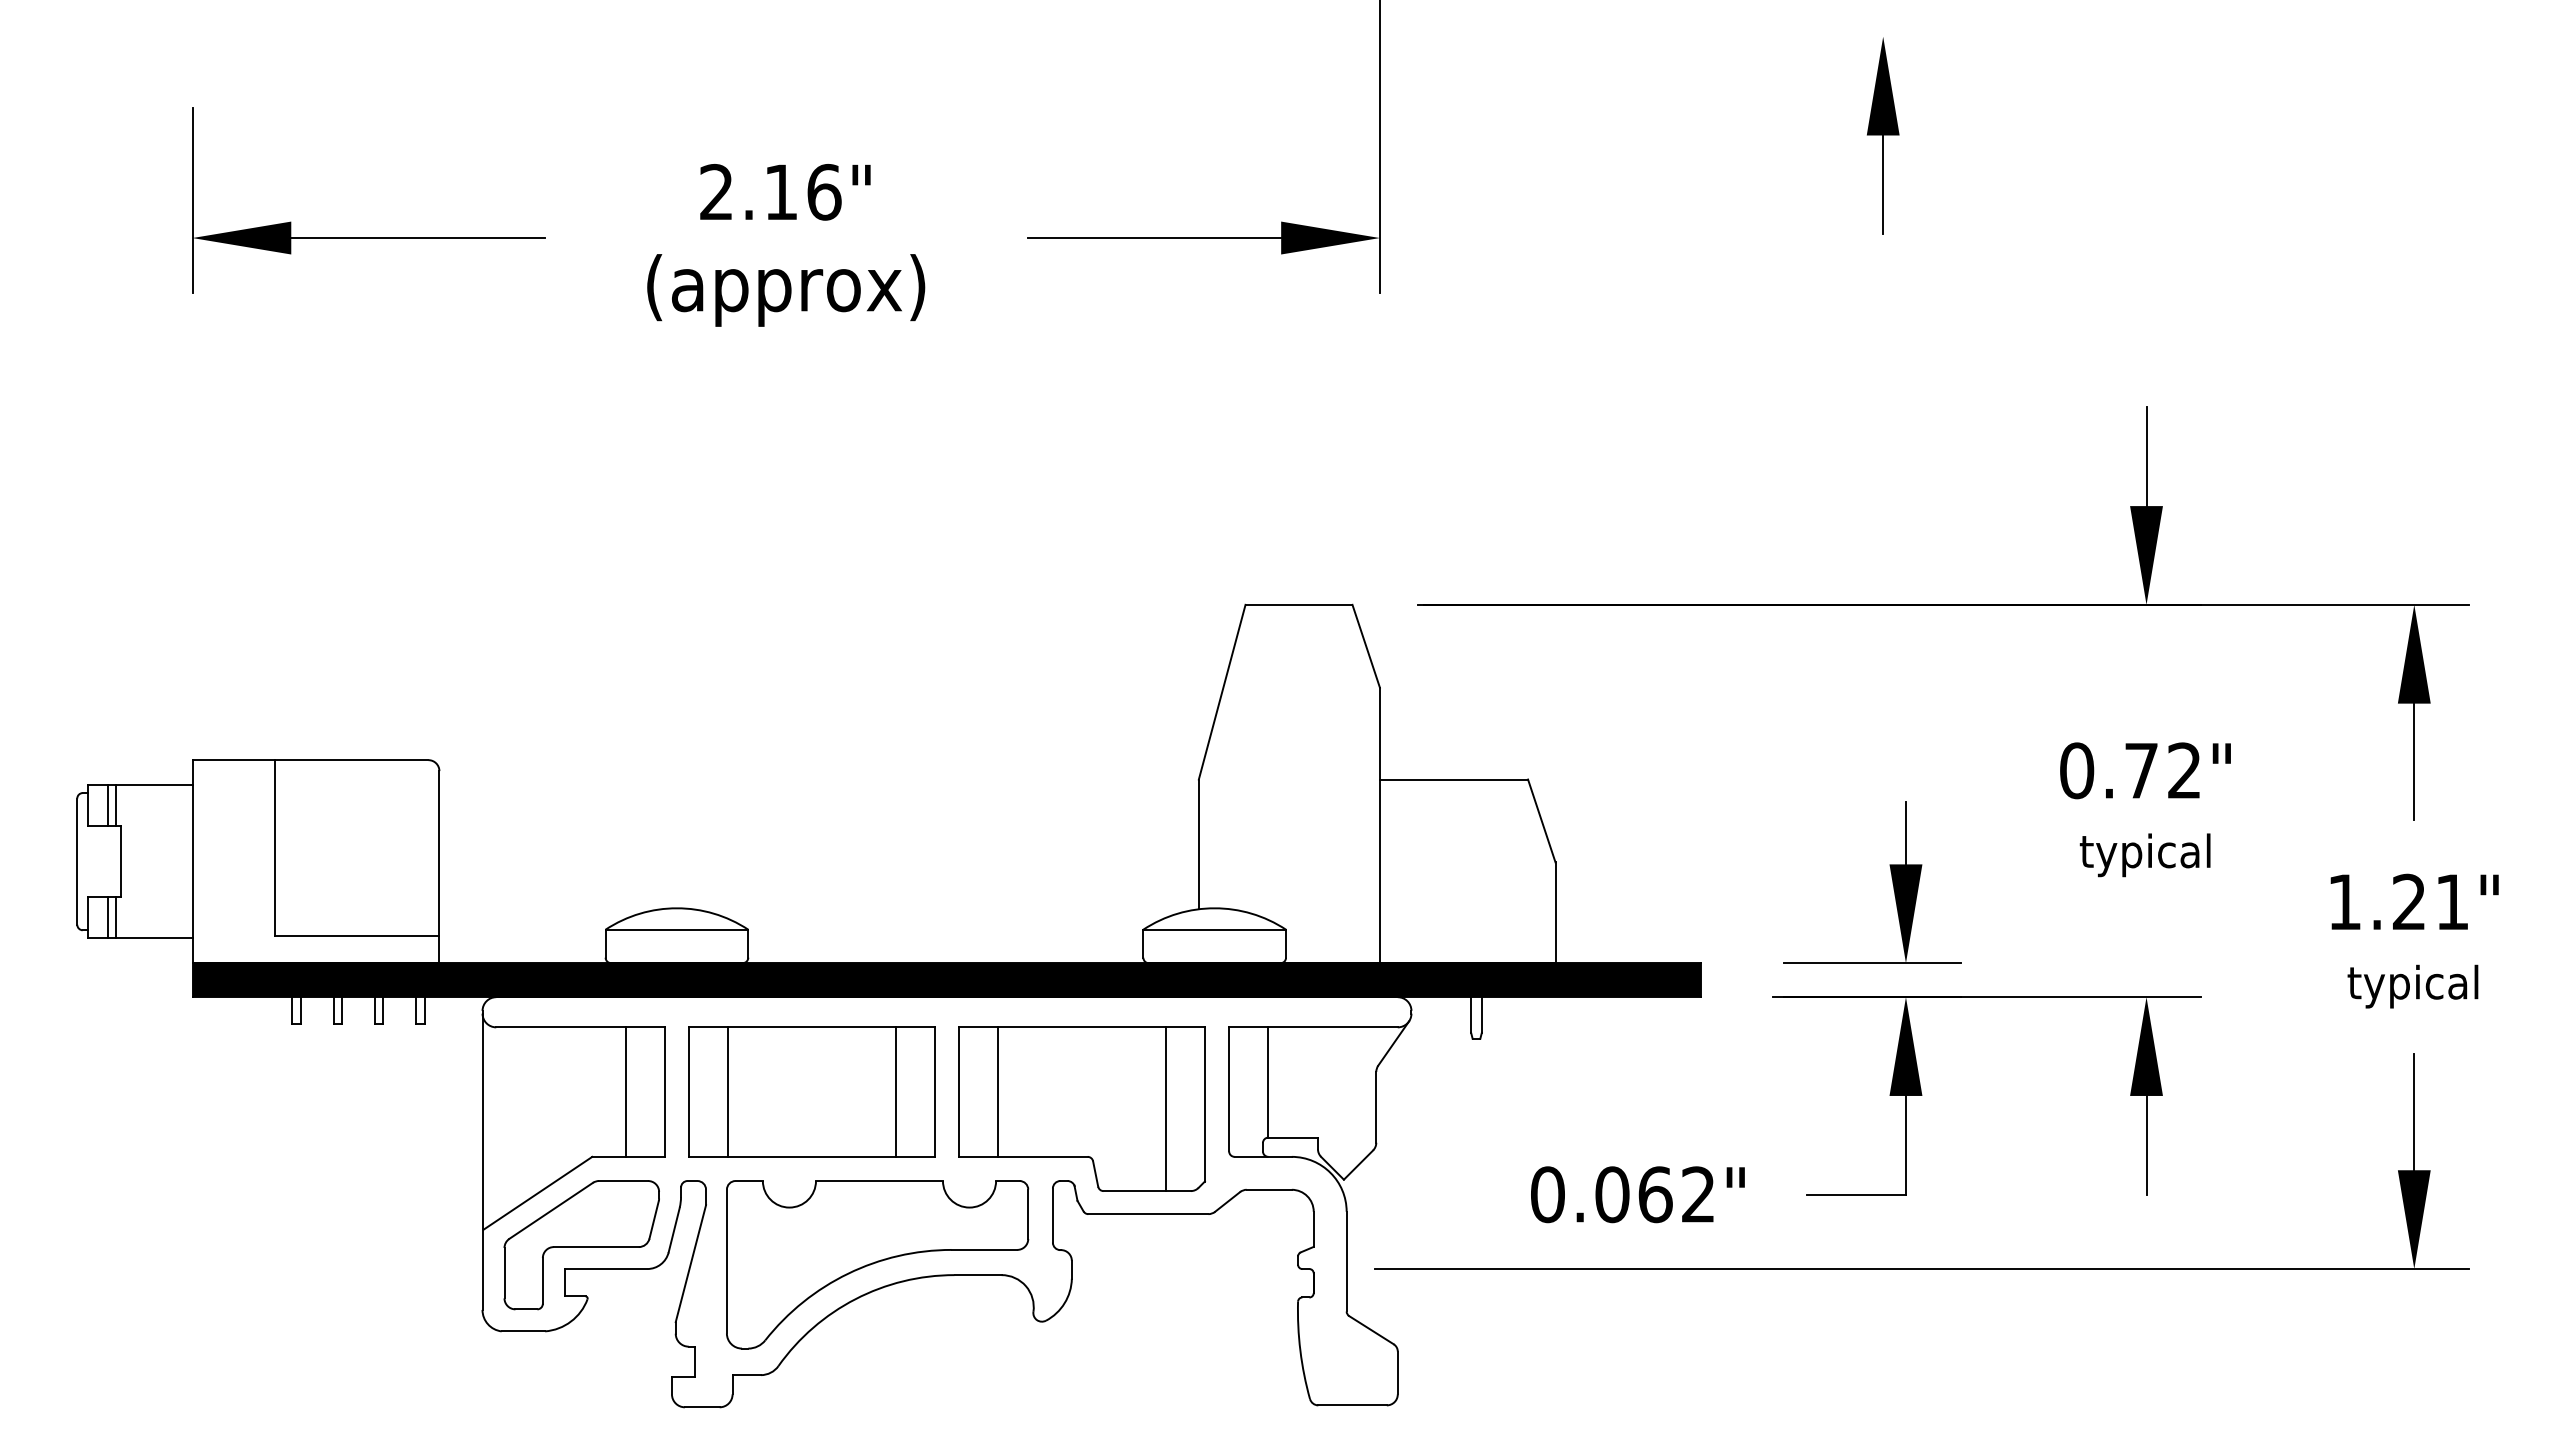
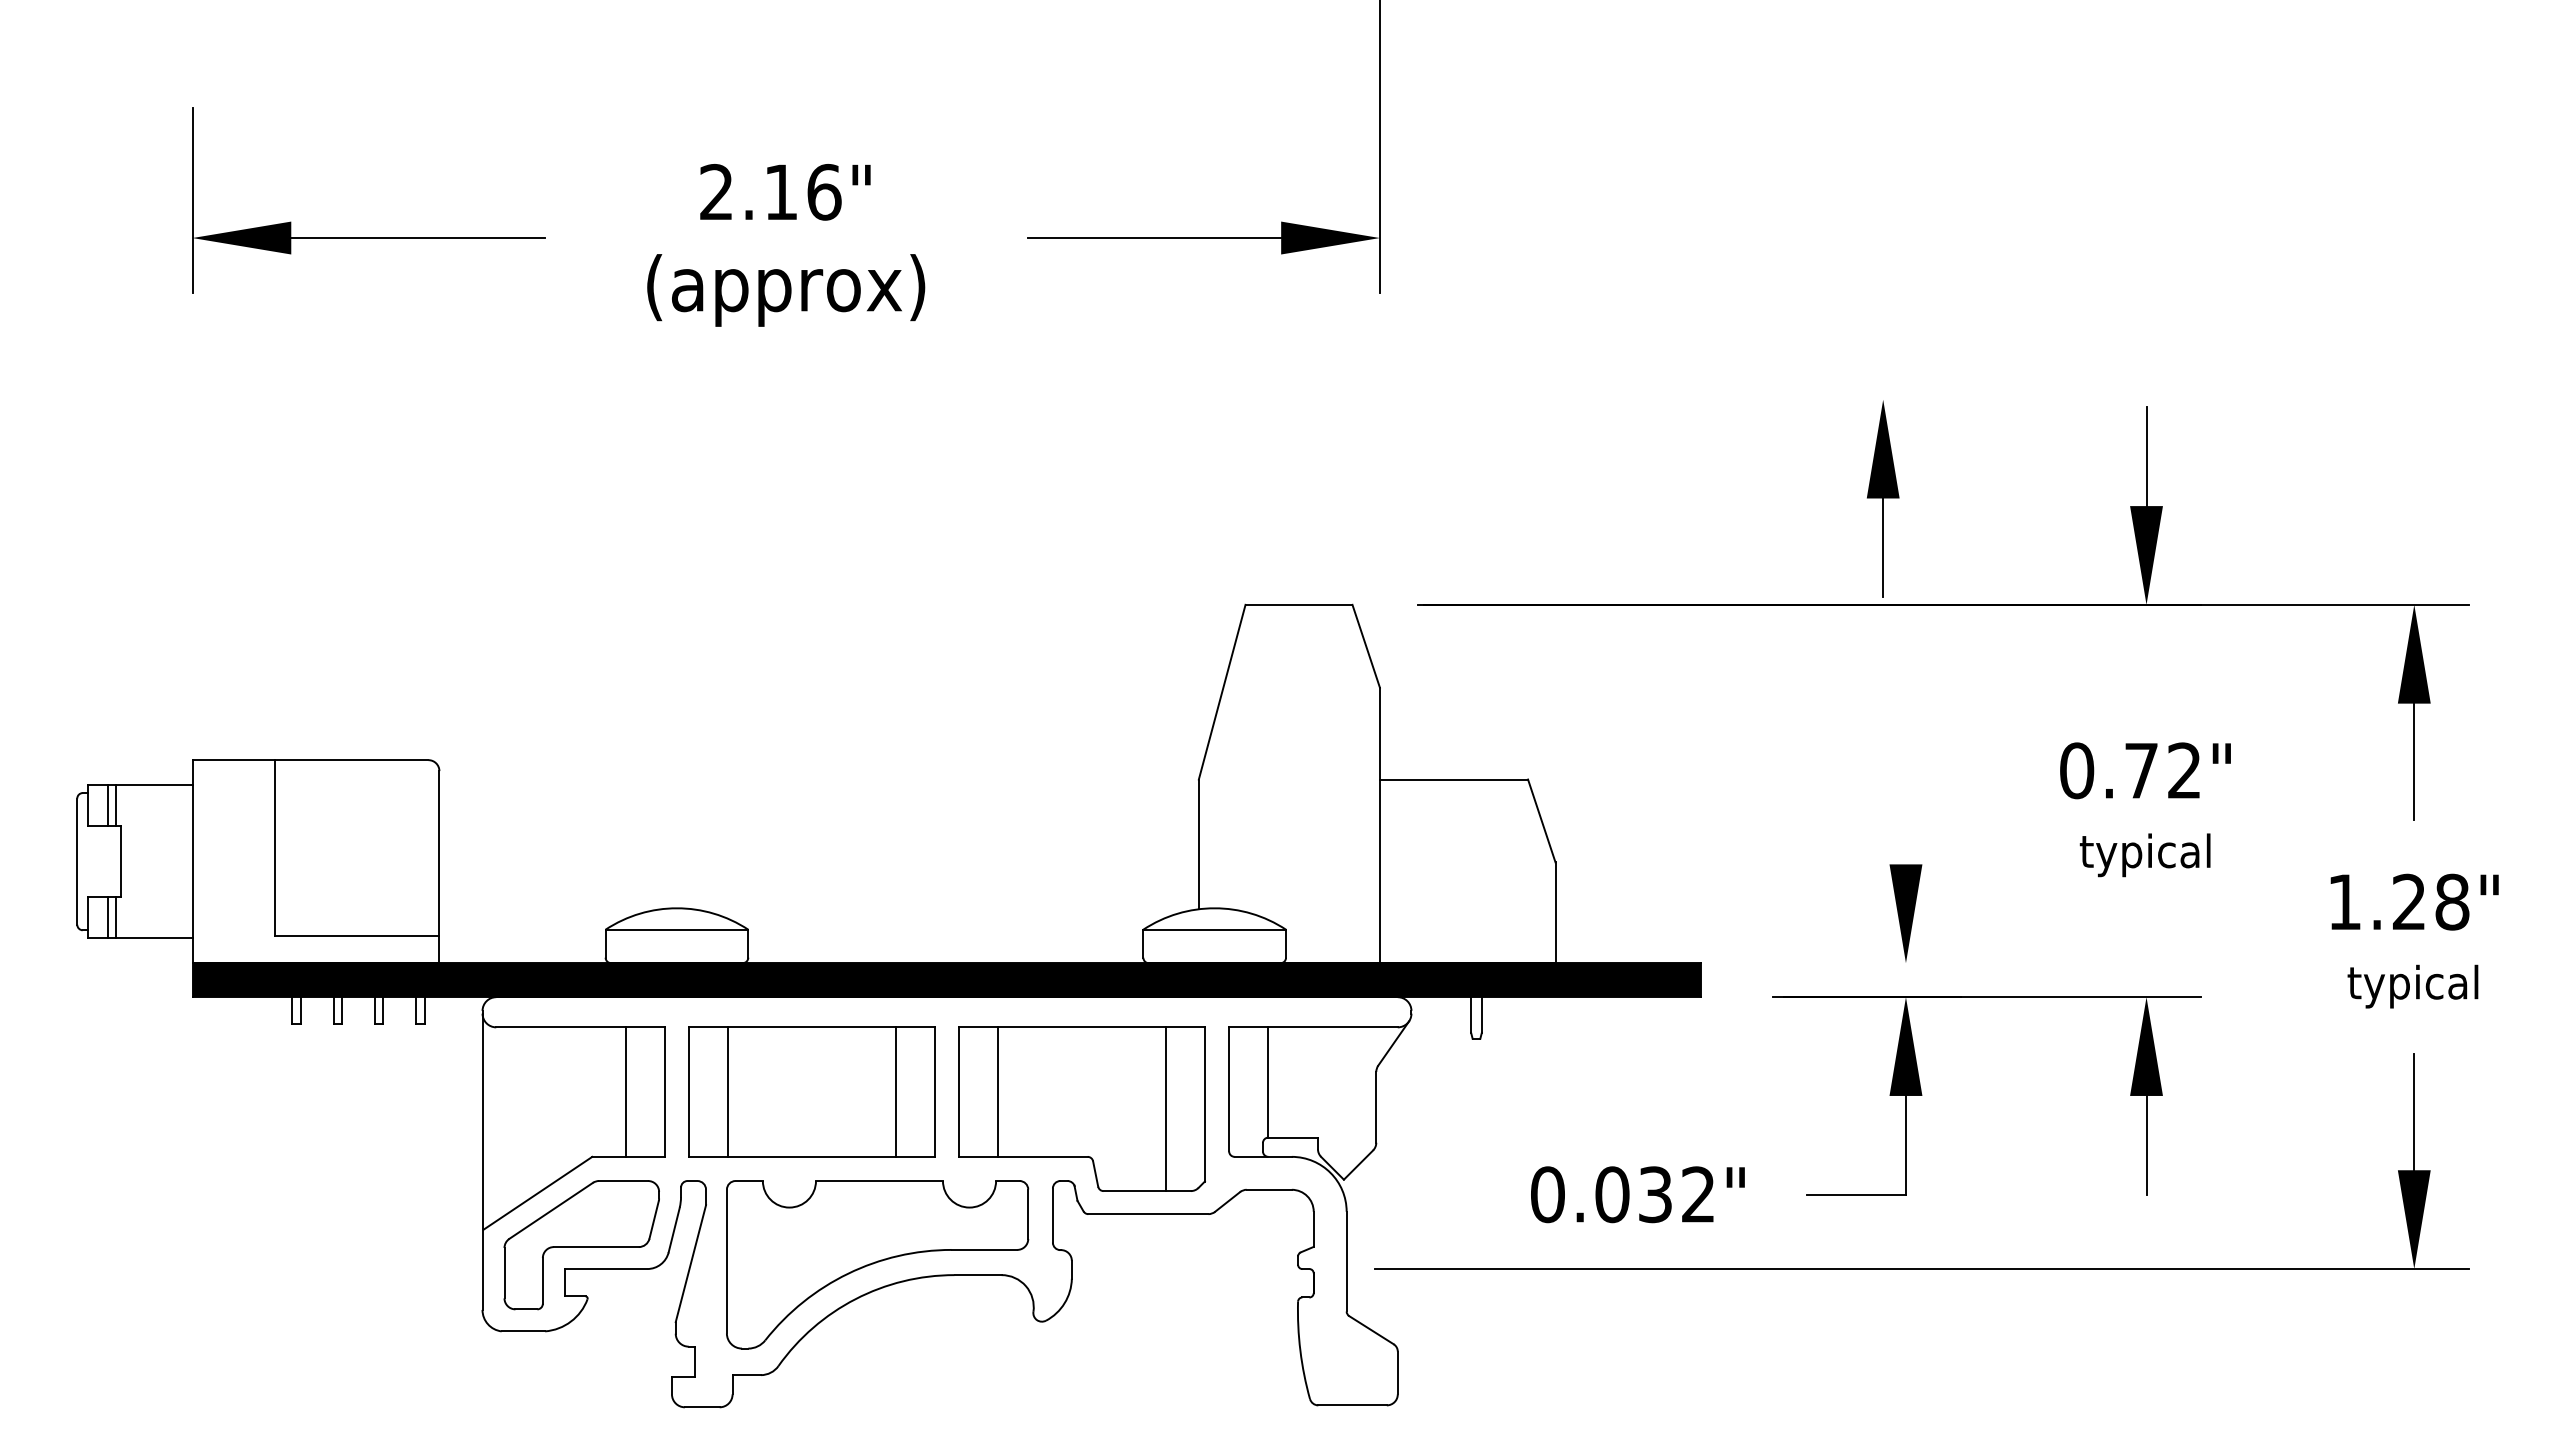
part at (1883, 135) position: (1883, 135) -> (1883, 498)
line at (1905, 832): present -> none
text at (2452, 901): 1.21" -> 1.28"
line at (1871, 963): present -> none
text at (1655, 1194): 0.062" -> 0.032"
